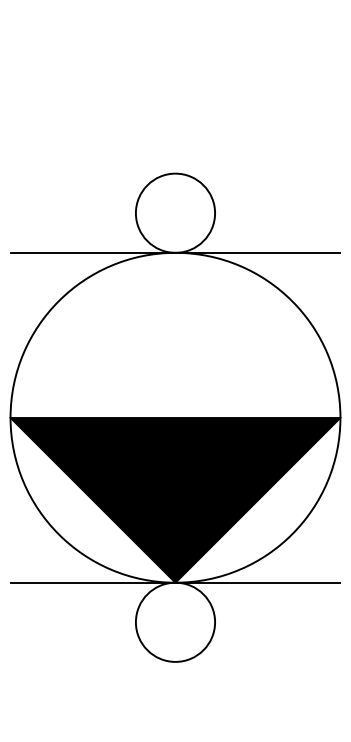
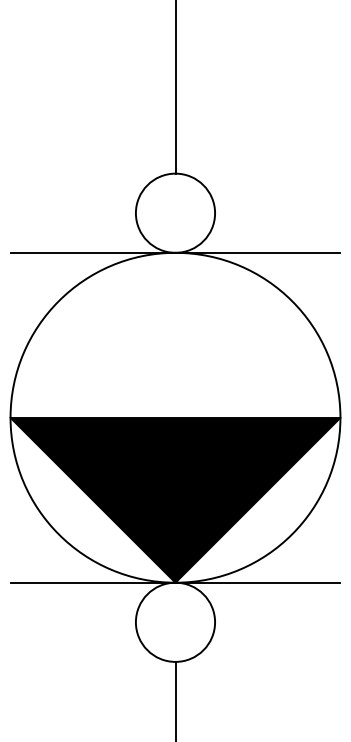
line at (175, 87): none -> present
line at (175, 699): none -> present
